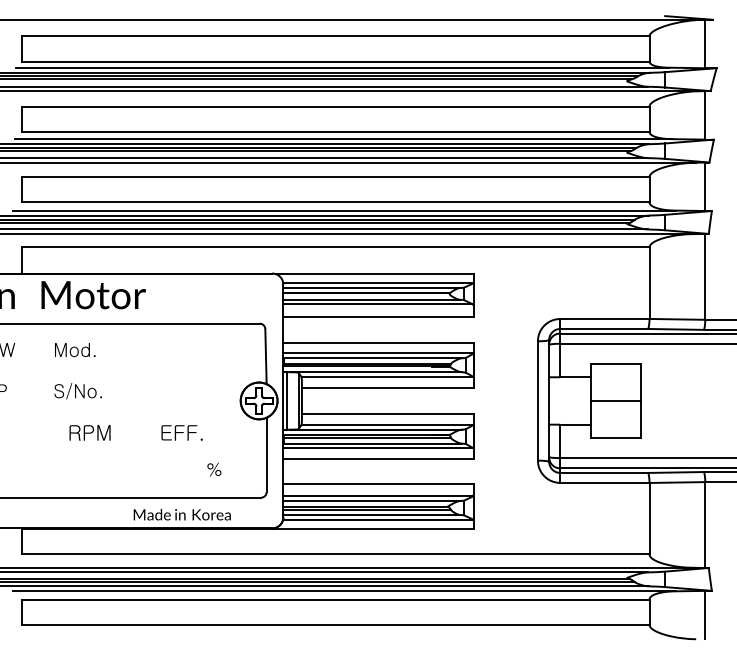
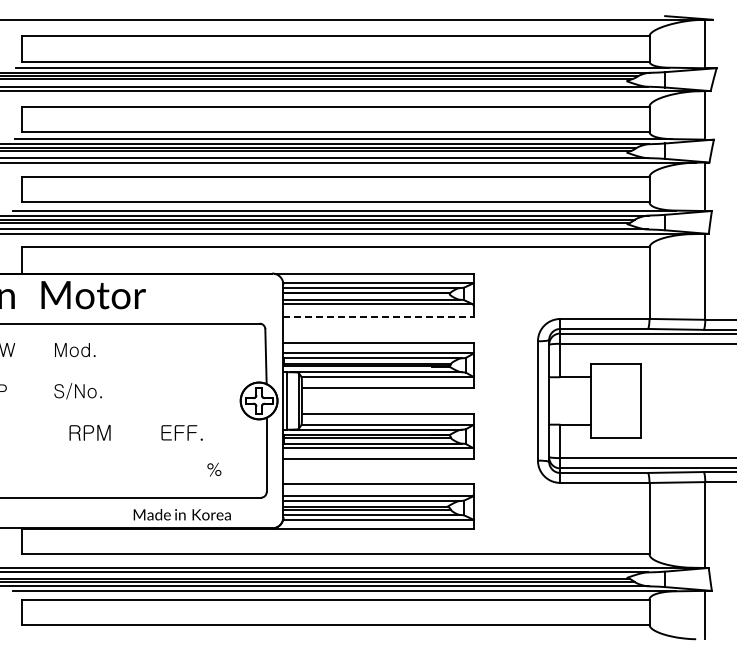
line at (379, 316): solid -> dashed
line at (615, 400): present -> none
